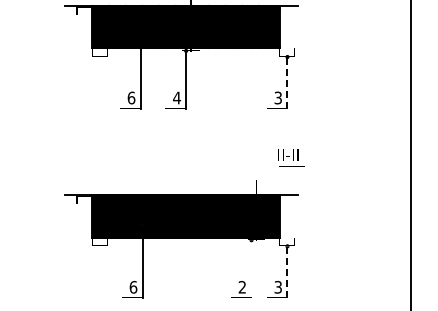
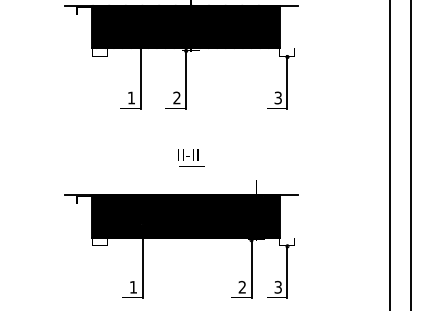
line at (287, 82): dashed -> solid
text at (131, 97): 6 -> 1
text at (177, 97): 4 -> 2
line at (390, 154): none -> present
text at (291, 157) position: (291, 157) -> (191, 157)
line at (251, 268): none -> present
line at (287, 271): dashed -> solid
text at (133, 286): 6 -> 1
